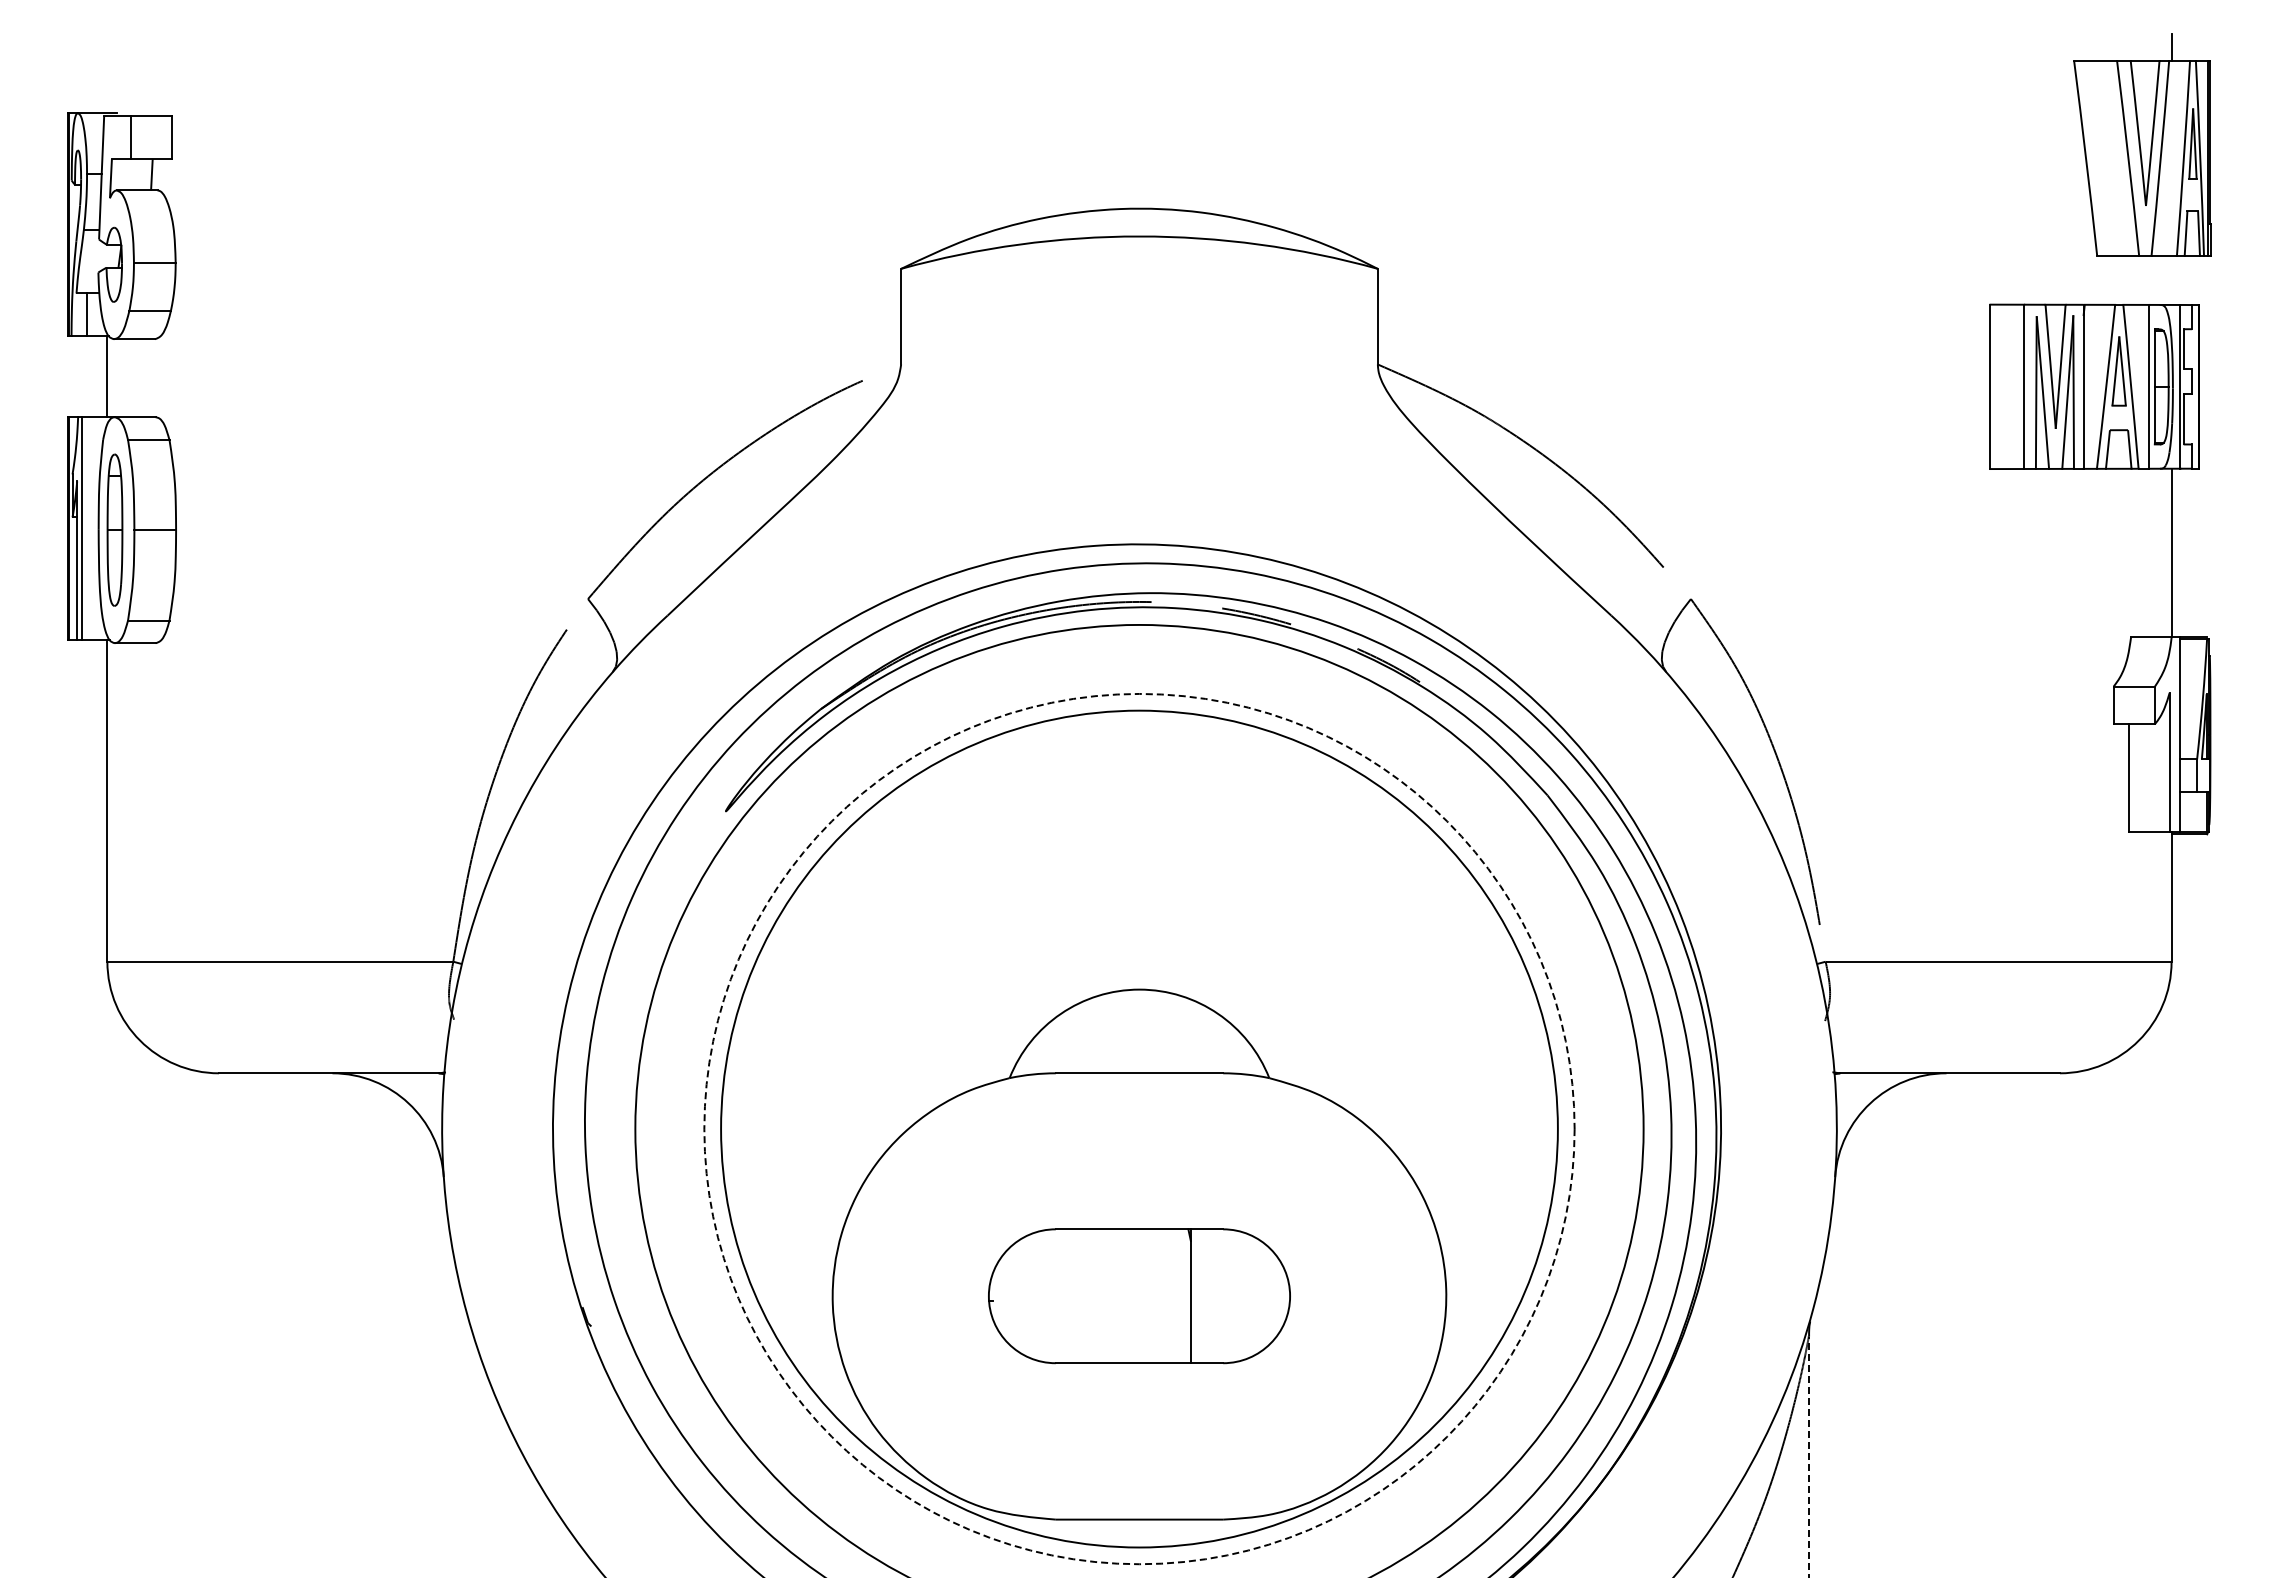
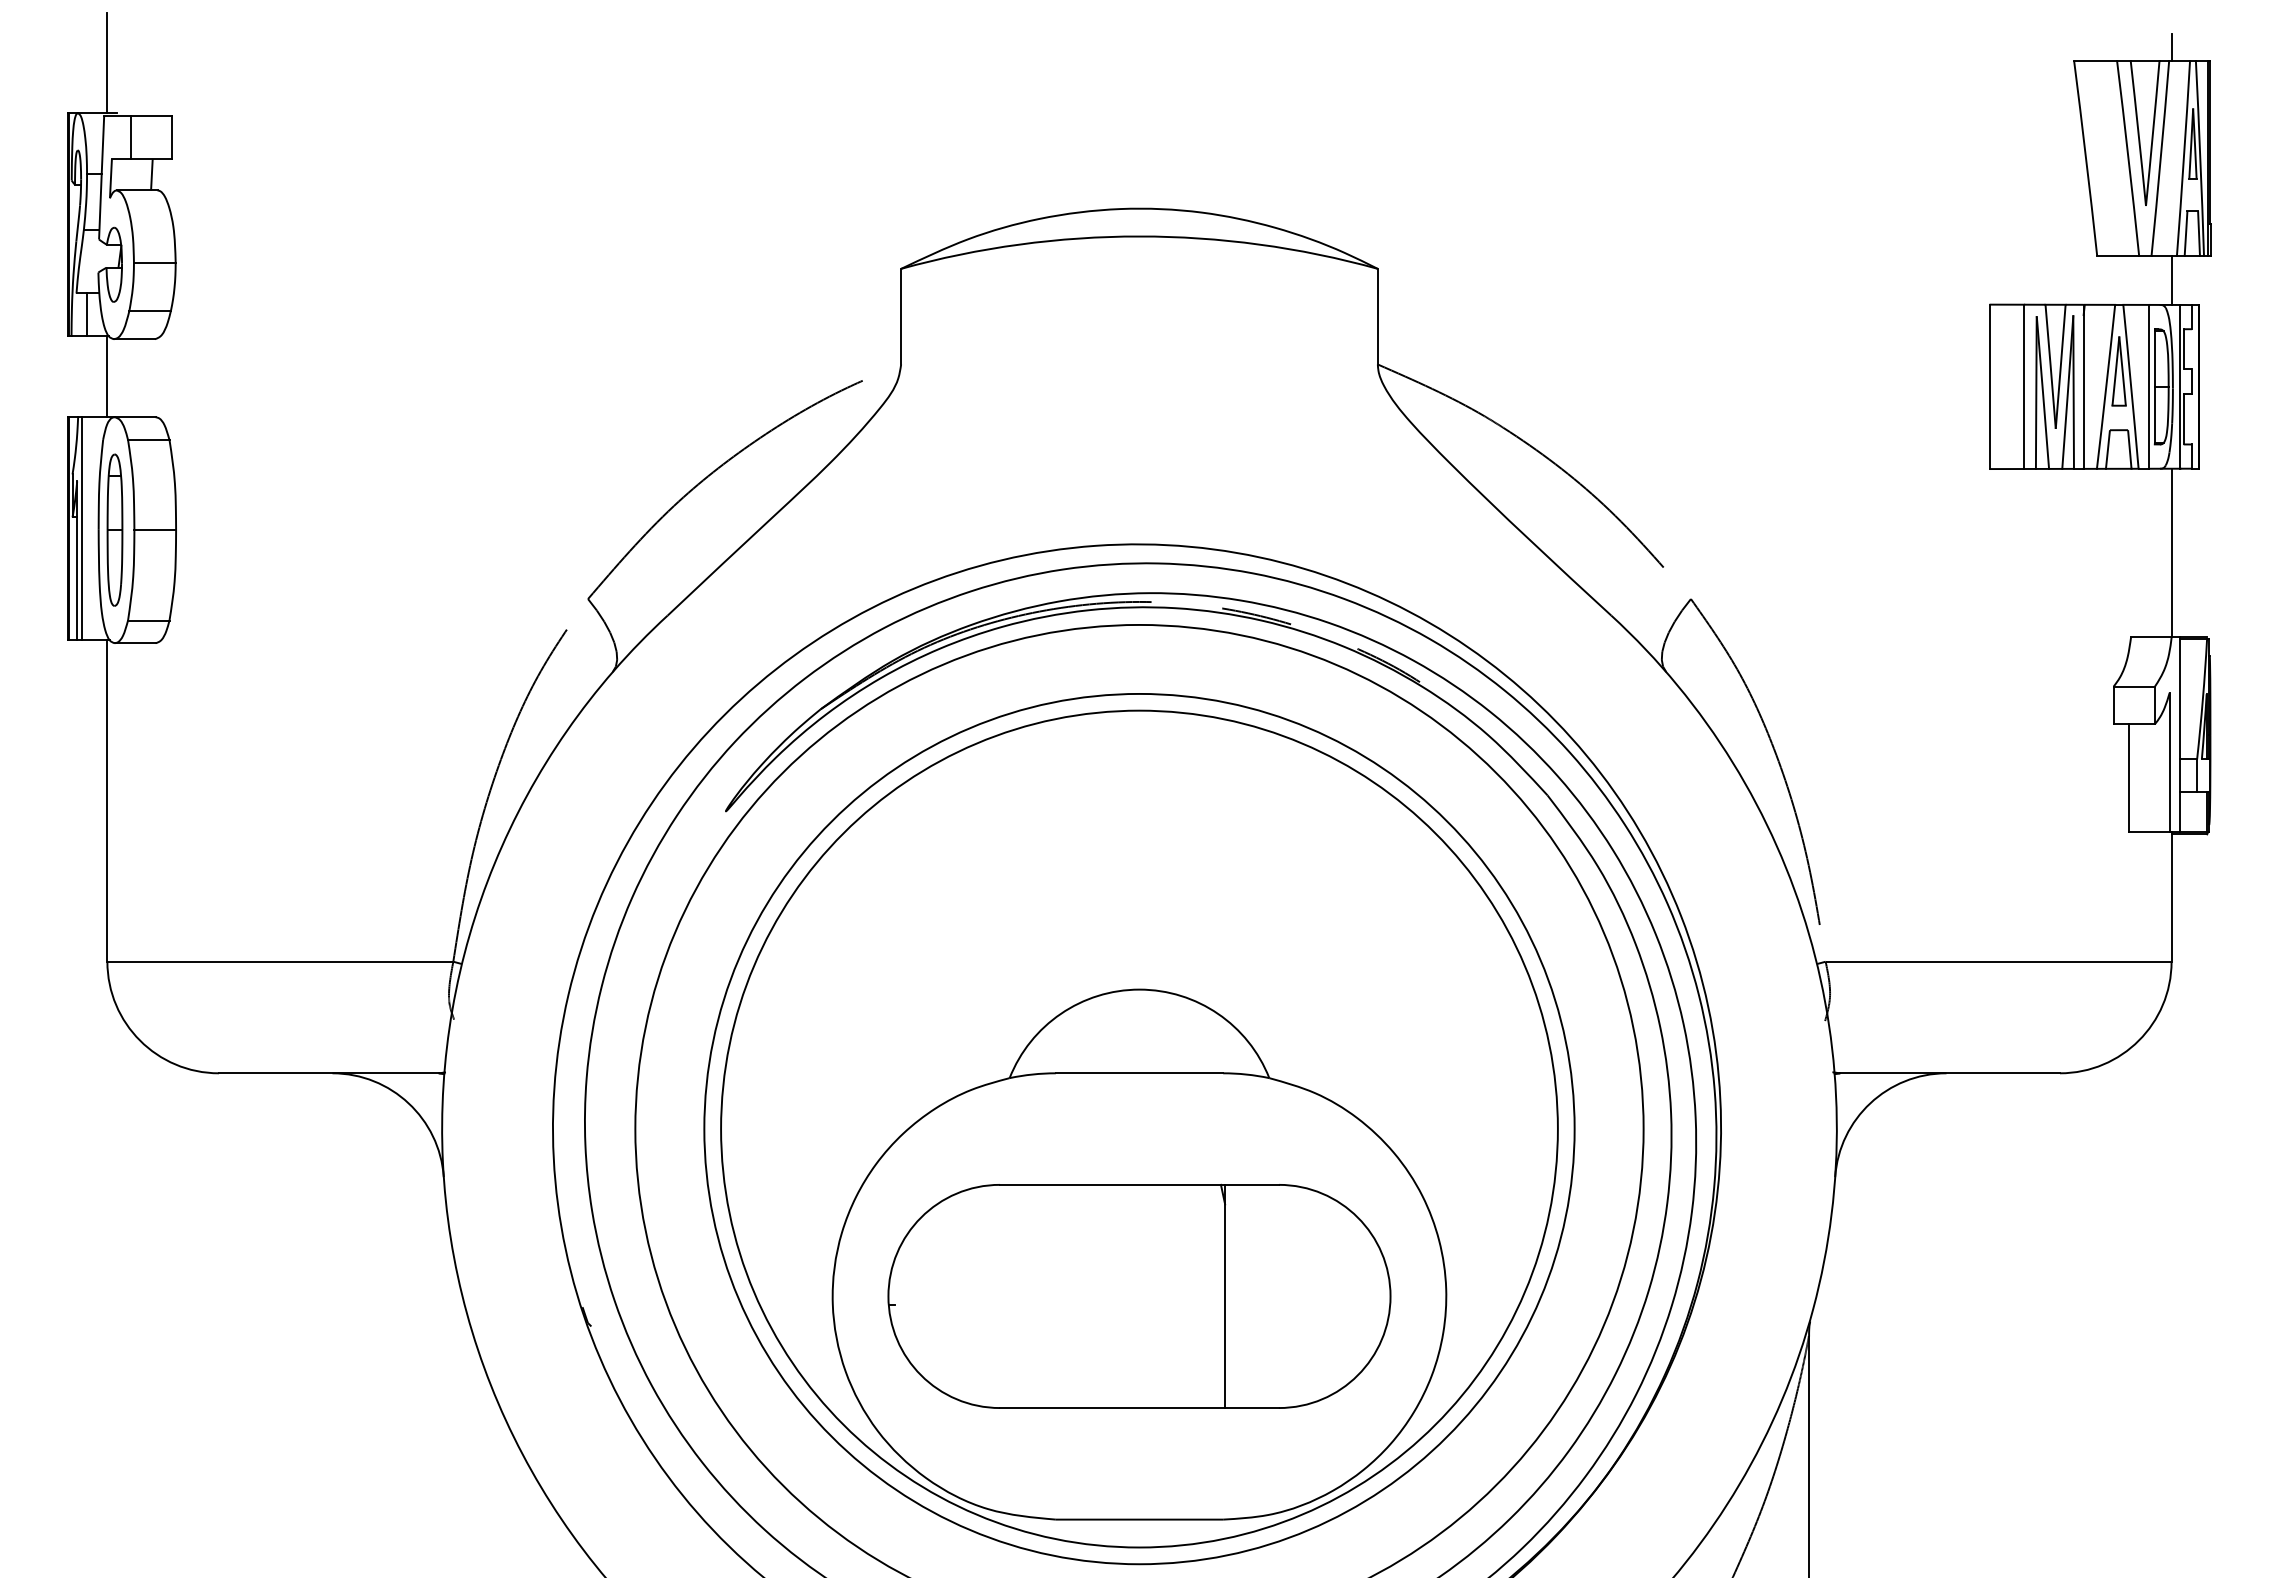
line at (107, 62): none -> present
line at (2171, 280): none -> present
circle at (1139, 1128): dashed -> solid
part at (1139, 1296) size: 303x137 px -> 505x226 px
line at (1808, 1456): dashed -> solid
